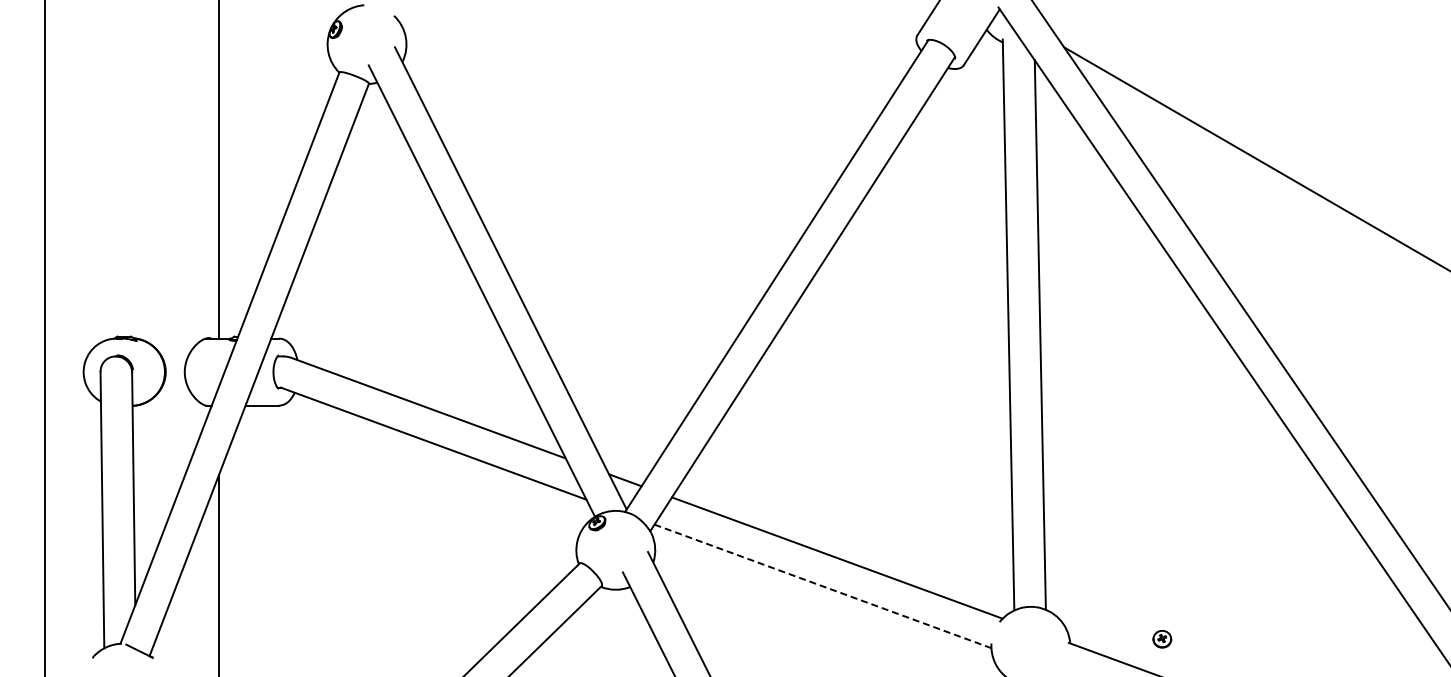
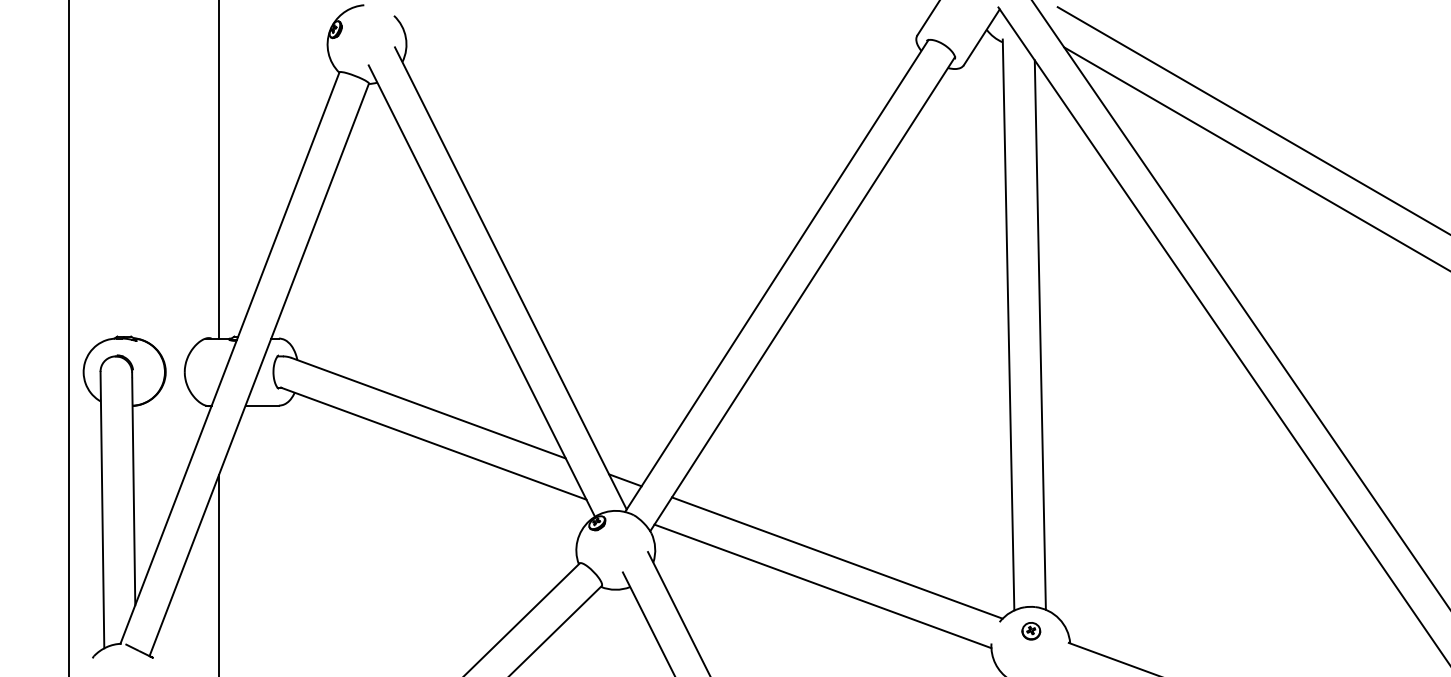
line at (1252, 120): none -> present
line at (44, 337) position: (44, 337) -> (68, 337)
line at (823, 586): dashed -> solid
part at (1162, 639) position: (1162, 639) -> (1031, 631)
